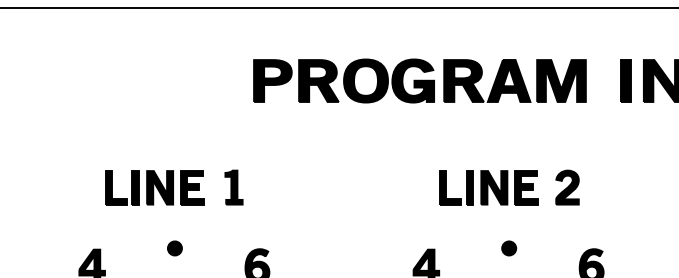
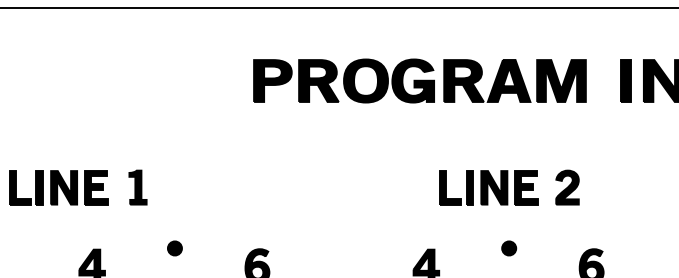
part at (174, 187) position: (174, 187) -> (78, 187)
